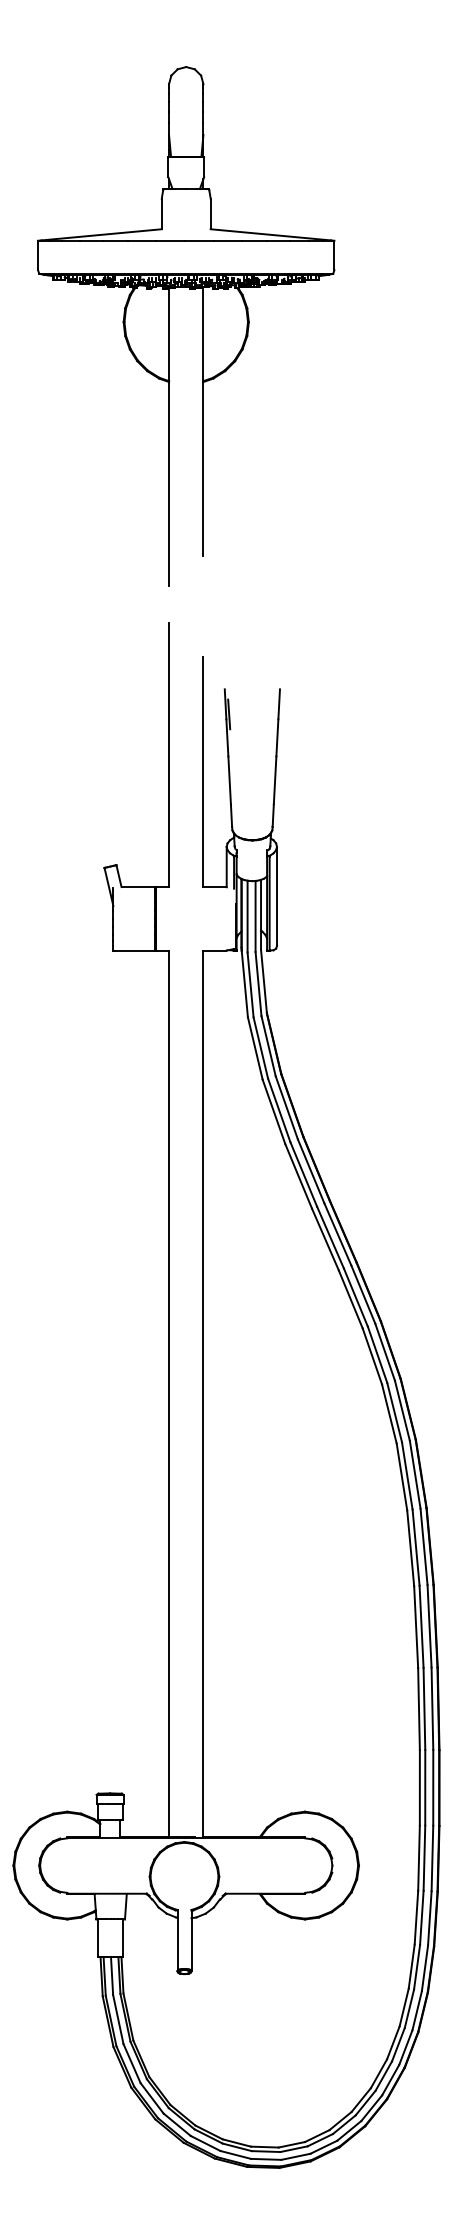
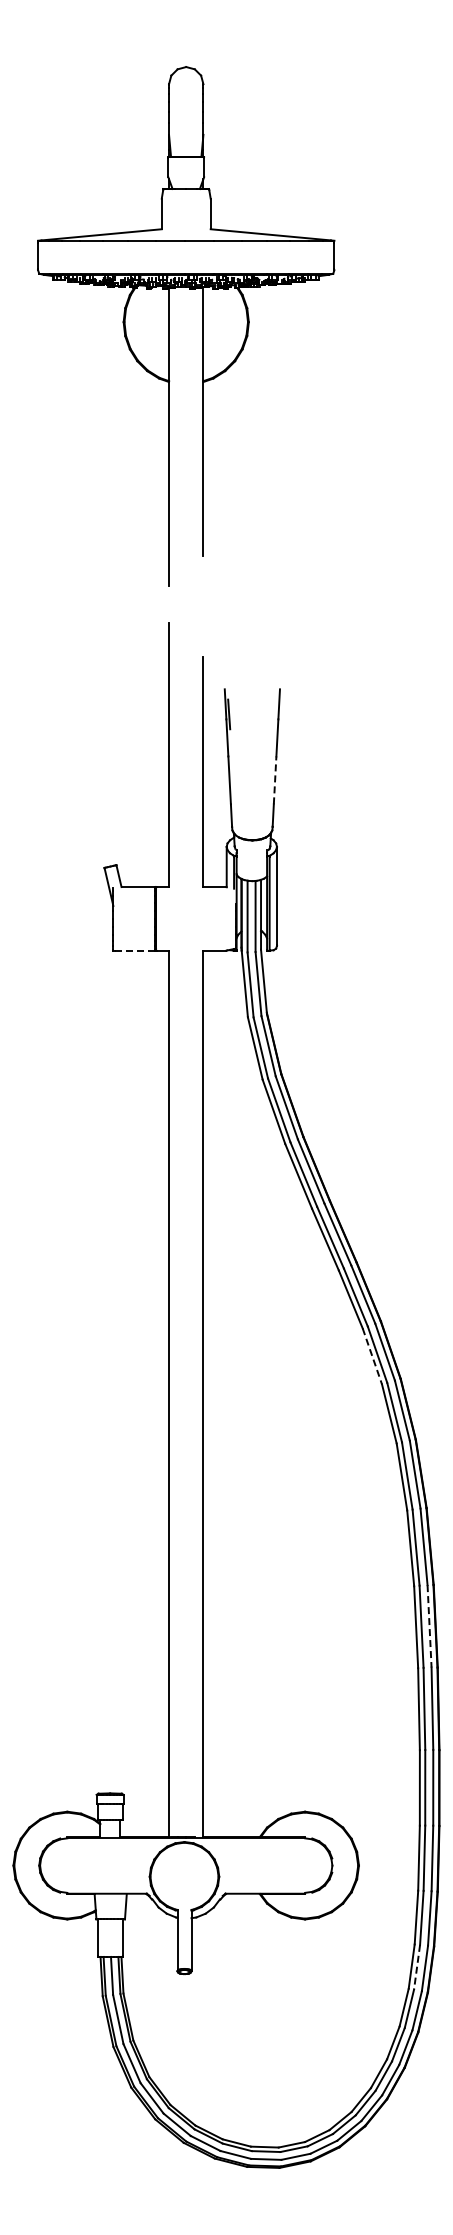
line at (275, 780): solid -> dashed
line at (135, 950): solid -> dashed
line at (372, 1356): solid -> dashed
line at (429, 1626): solid -> dashed
line at (417, 1967): solid -> dashed
